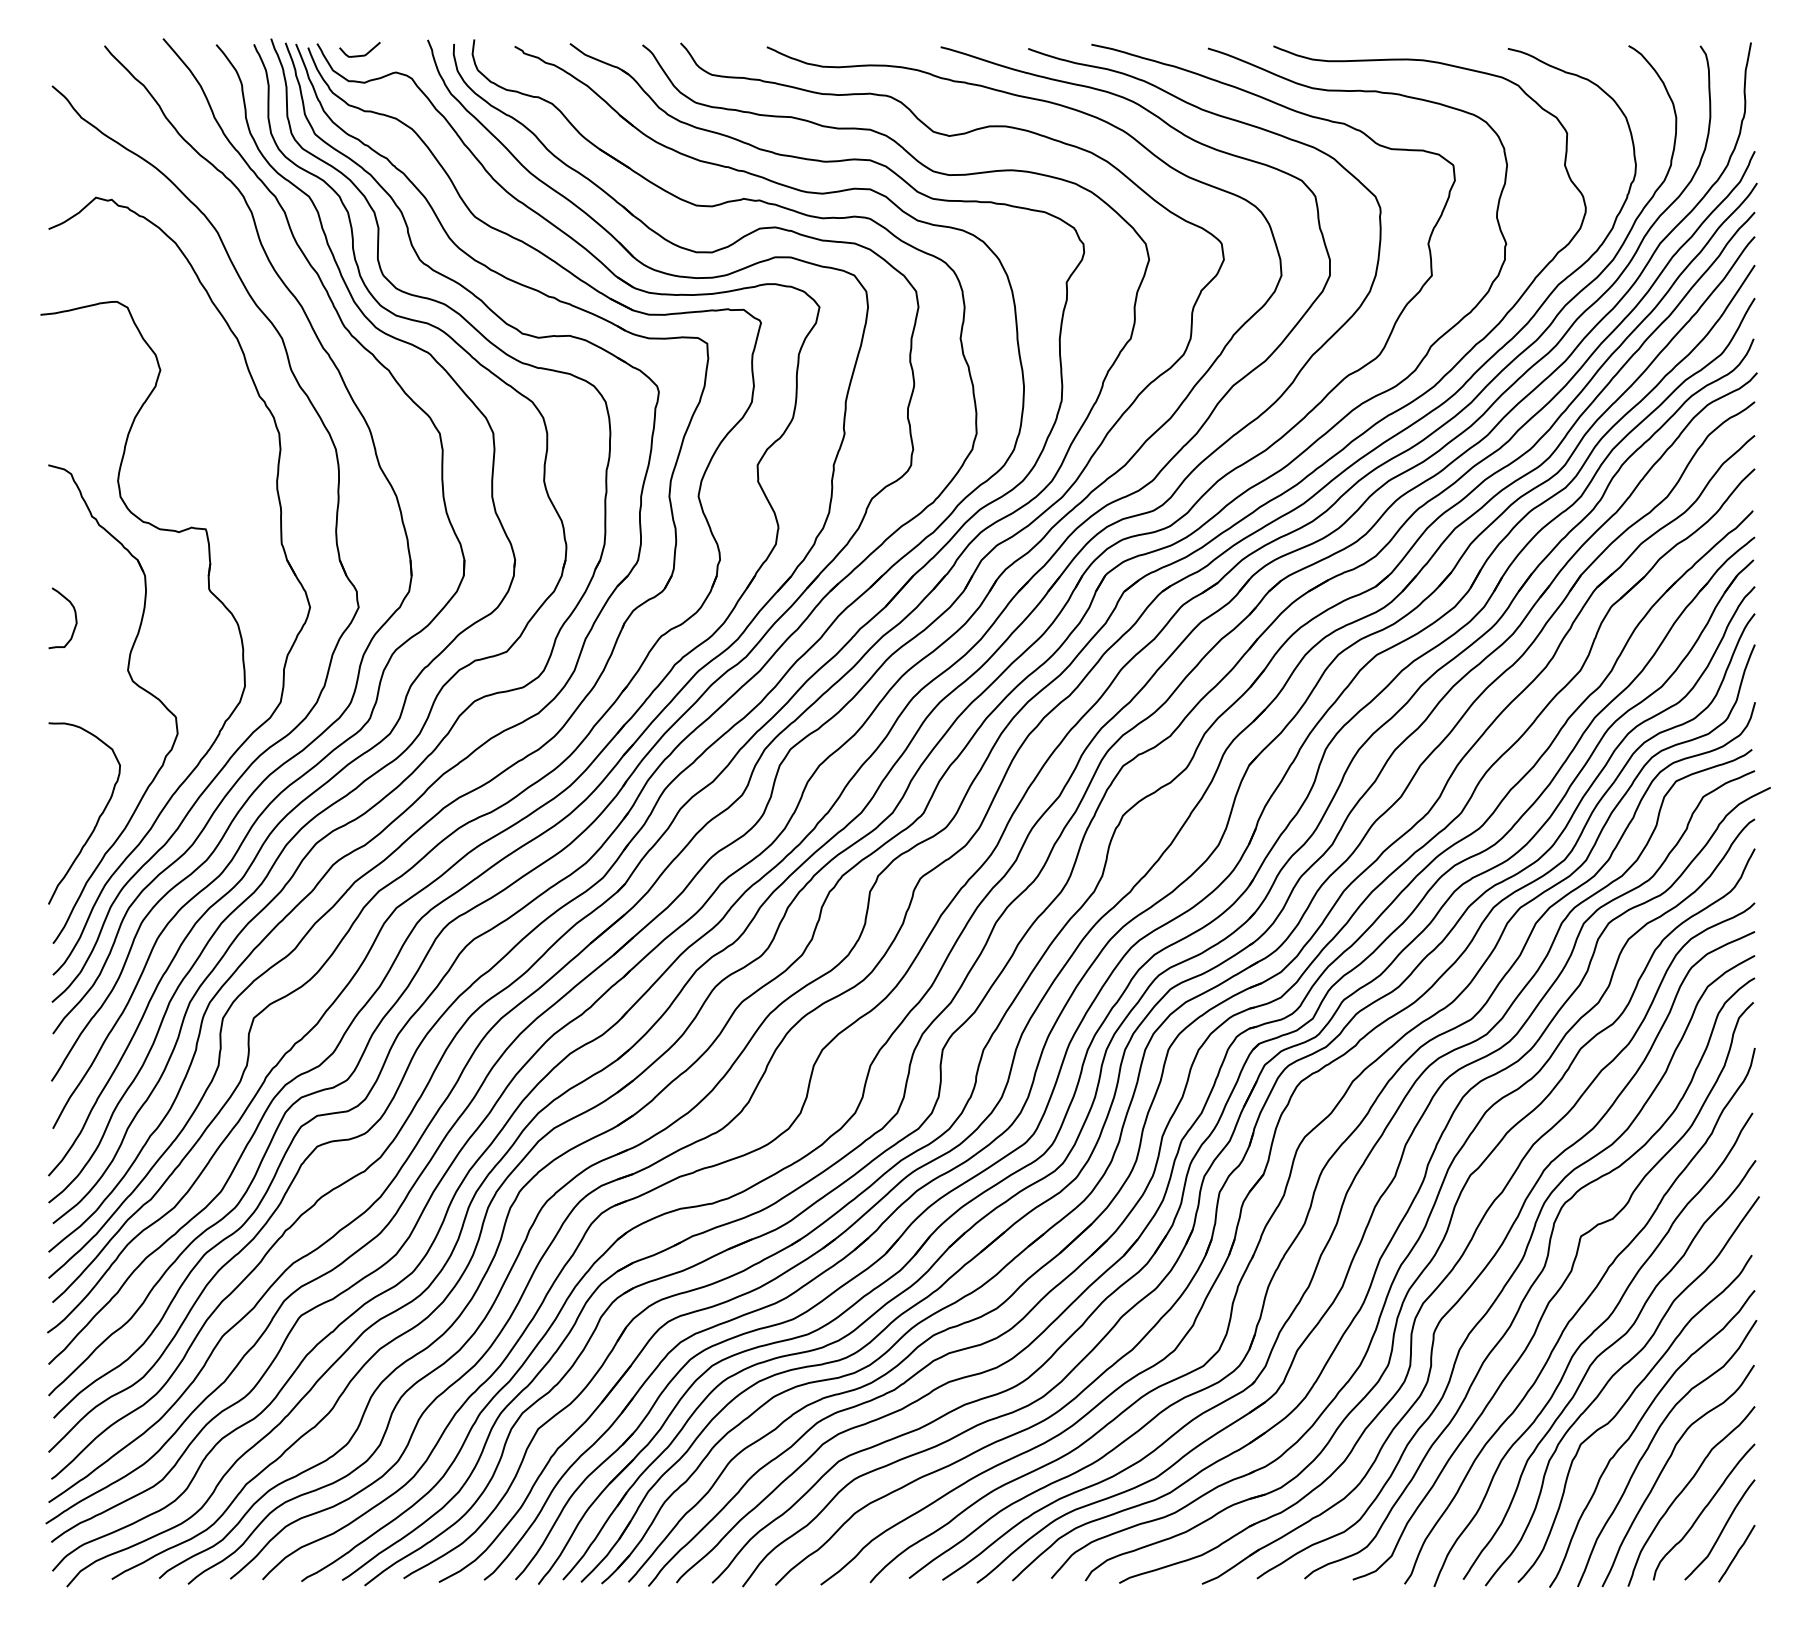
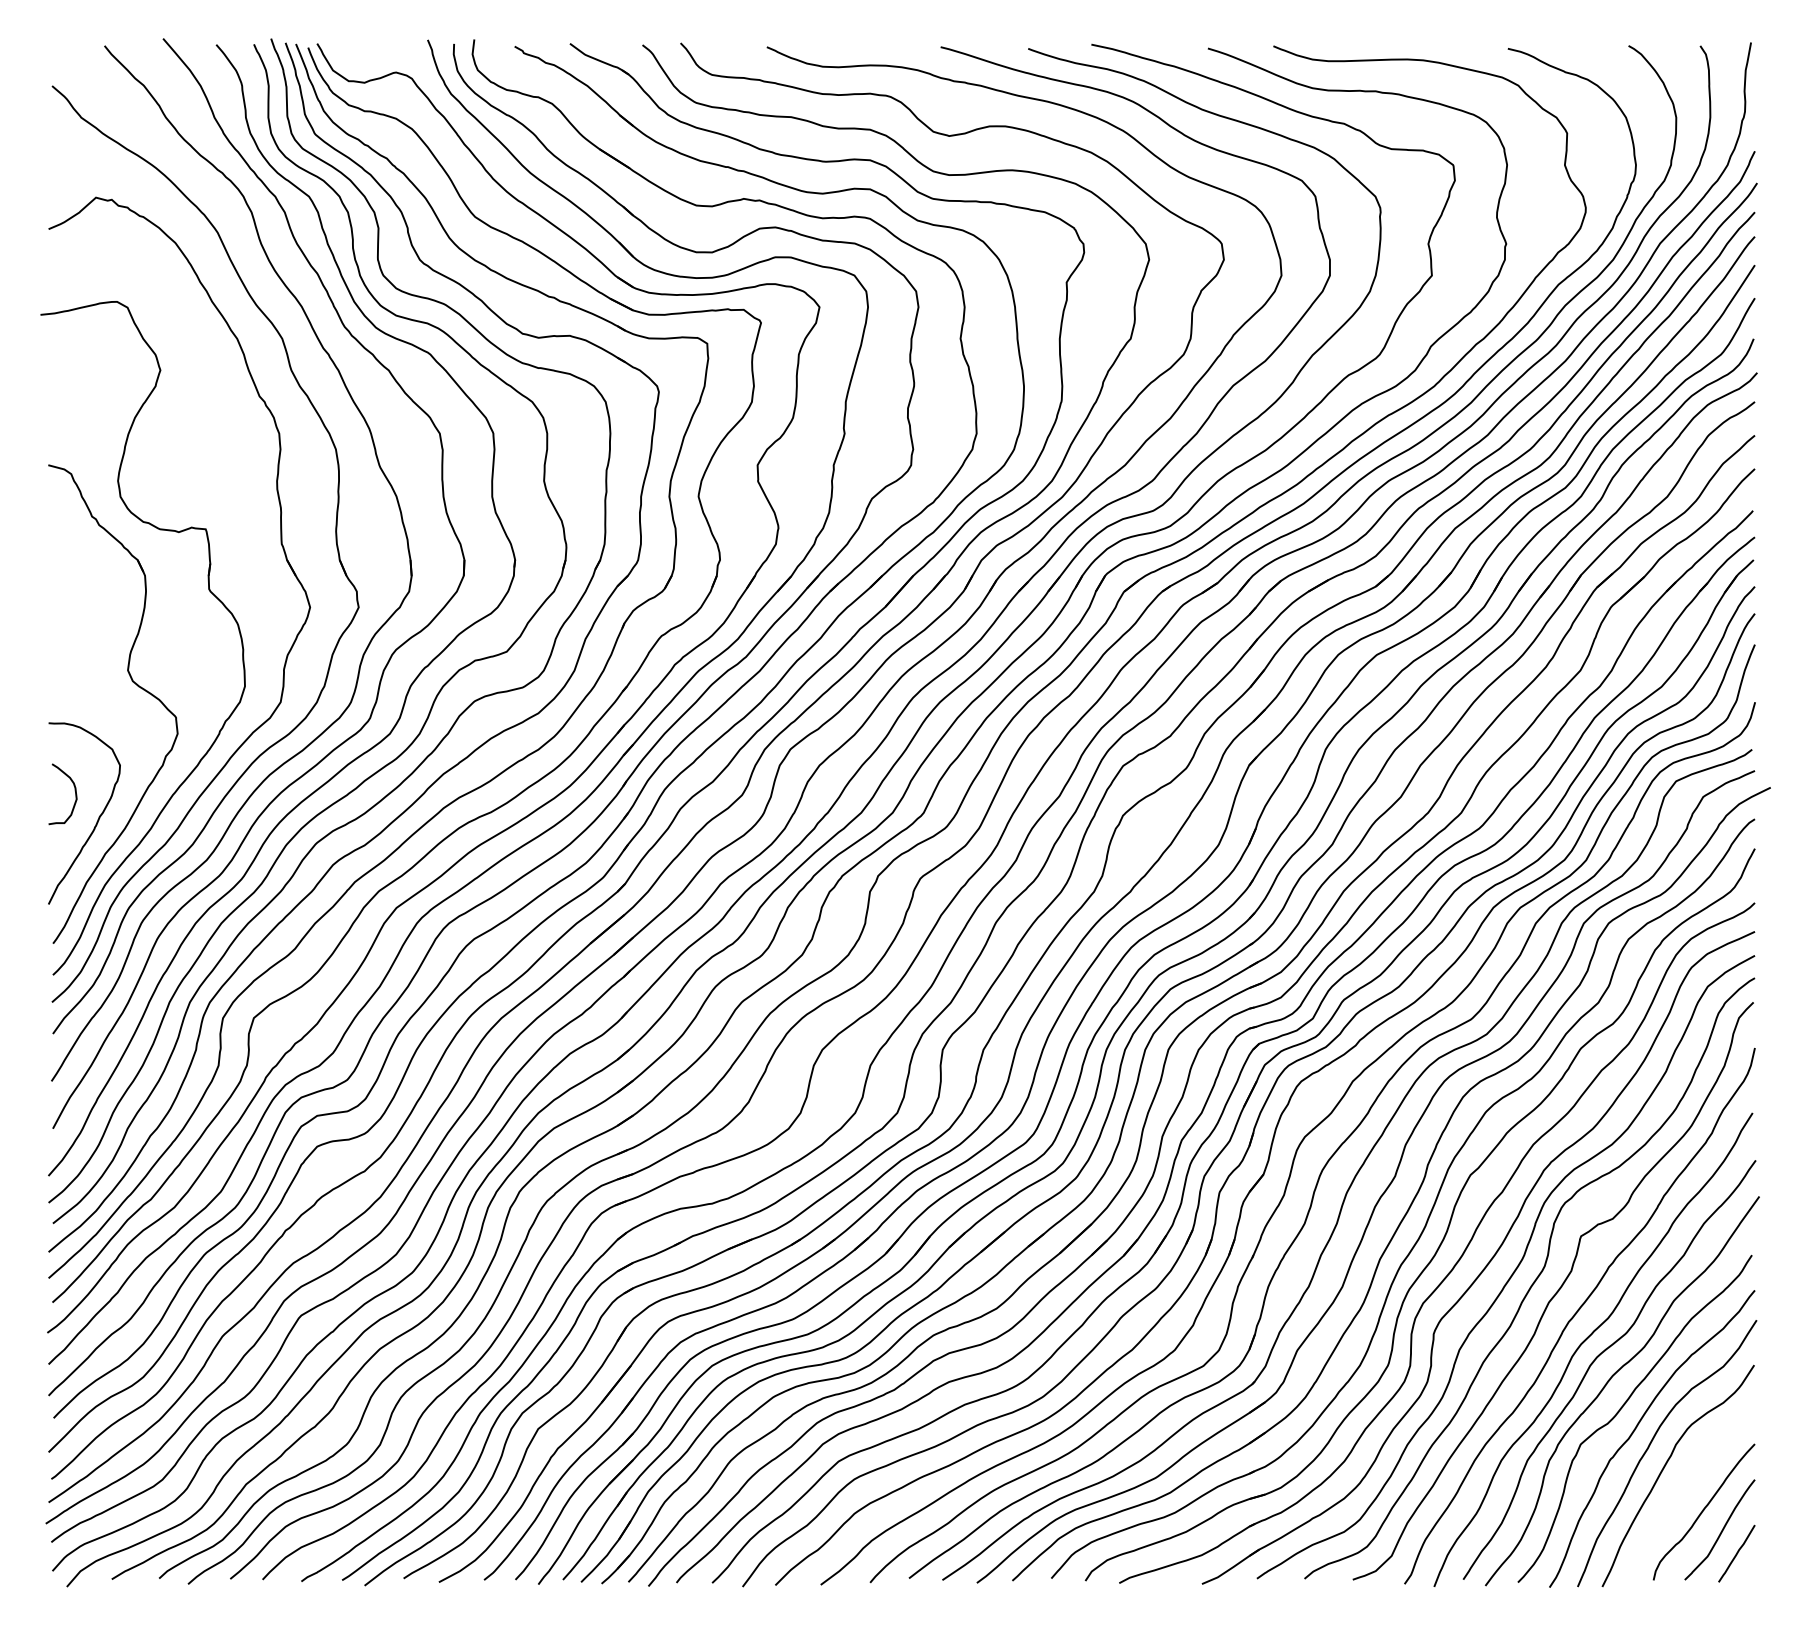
curve at (362, 54): present -> none
curve at (74, 614) position: (74, 614) -> (74, 790)
curve at (1683, 1491): present -> none
